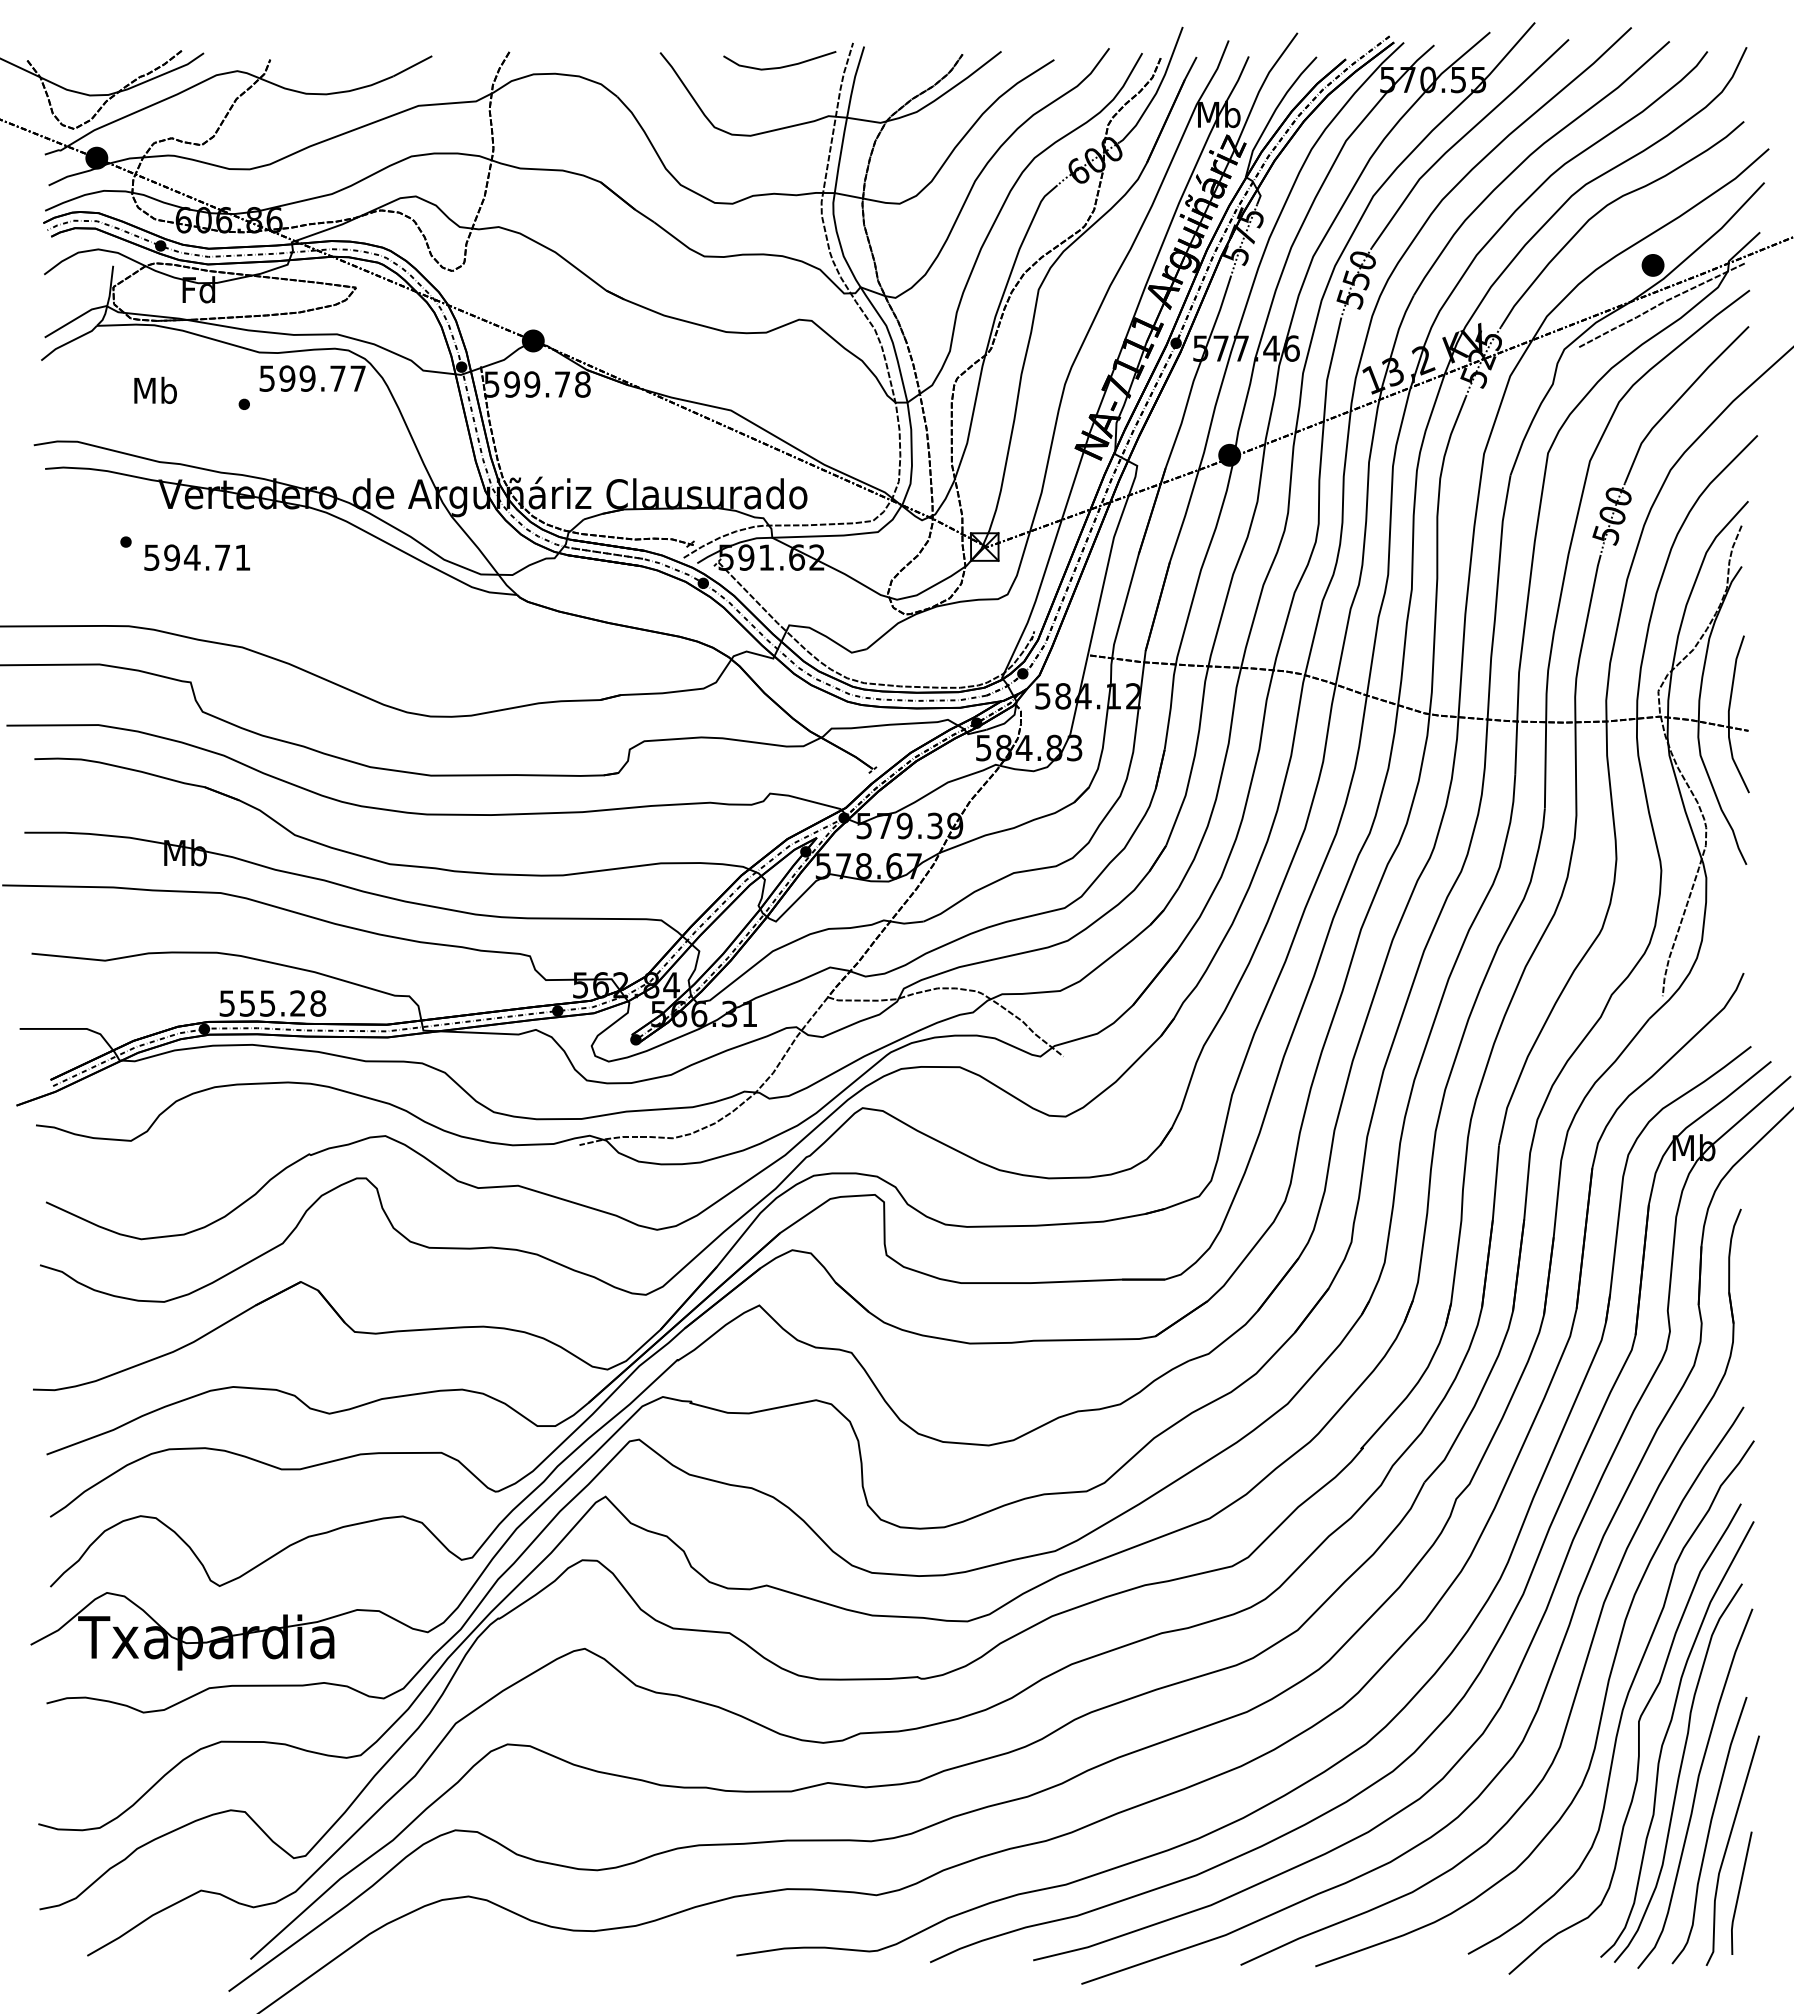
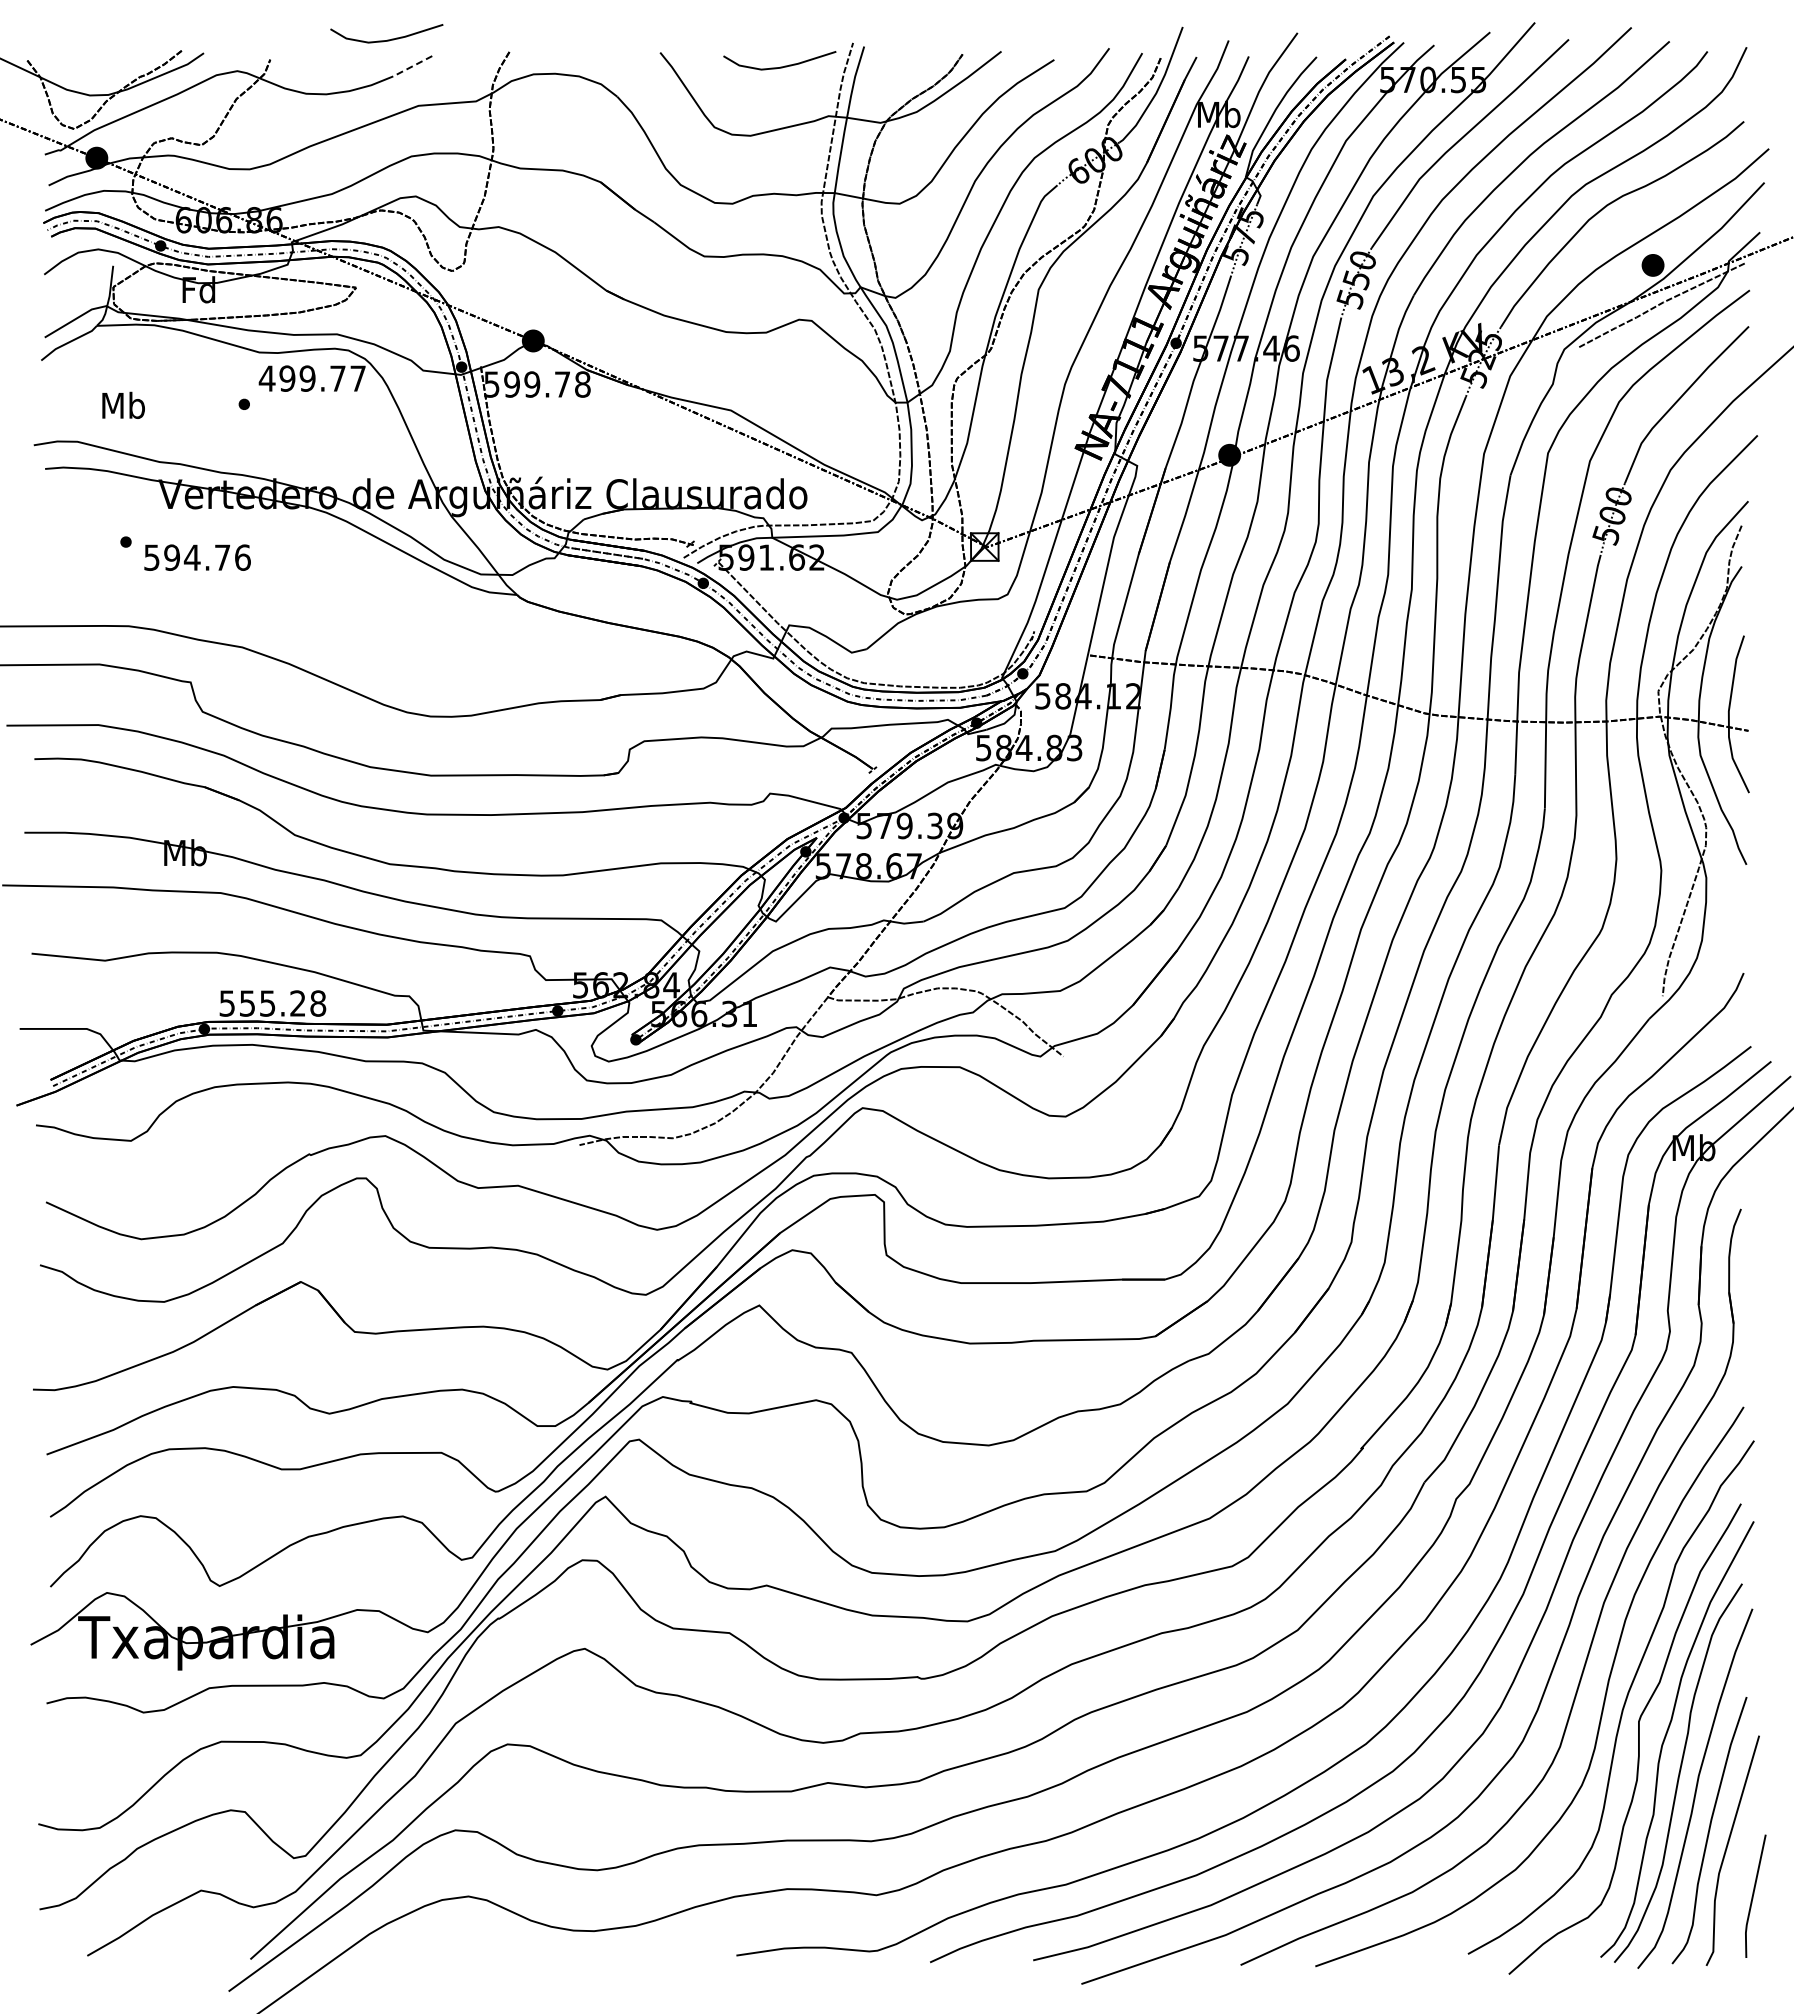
curve at (387, 39): none -> present
line at (412, 66): solid -> dashed
text at (266, 378): 599.77 -> 499.77
text at (155, 389) position: (155, 389) -> (123, 404)
text at (242, 557): 594.71 -> 594.76
line at (1740, 1891) position: (1740, 1891) -> (1754, 1894)
